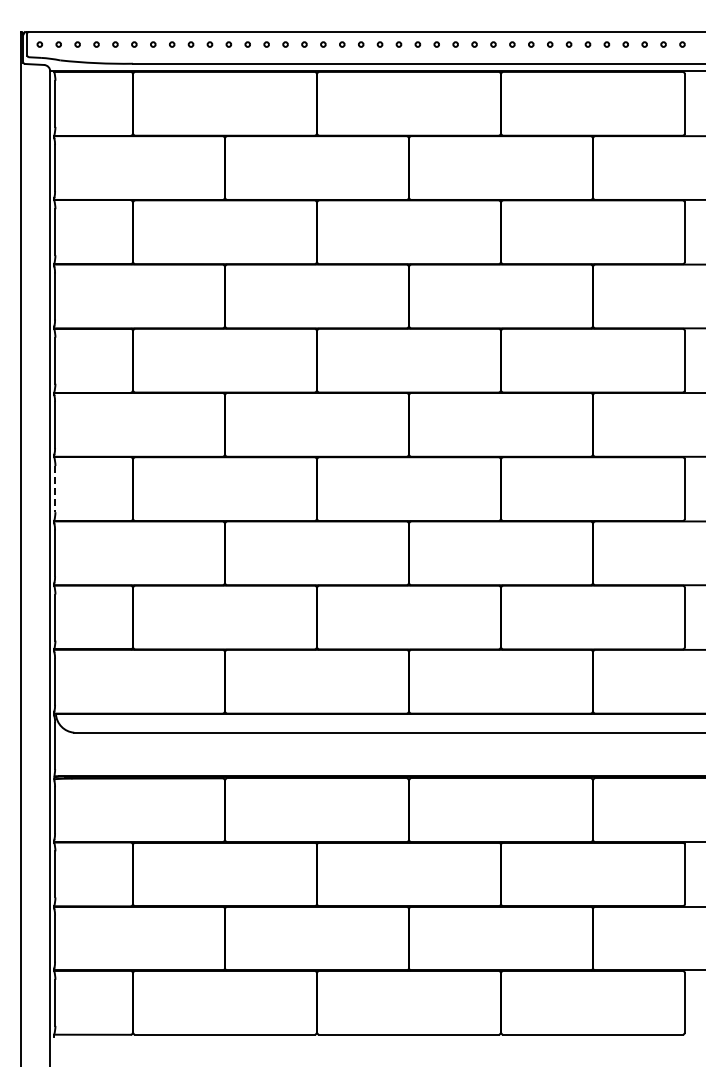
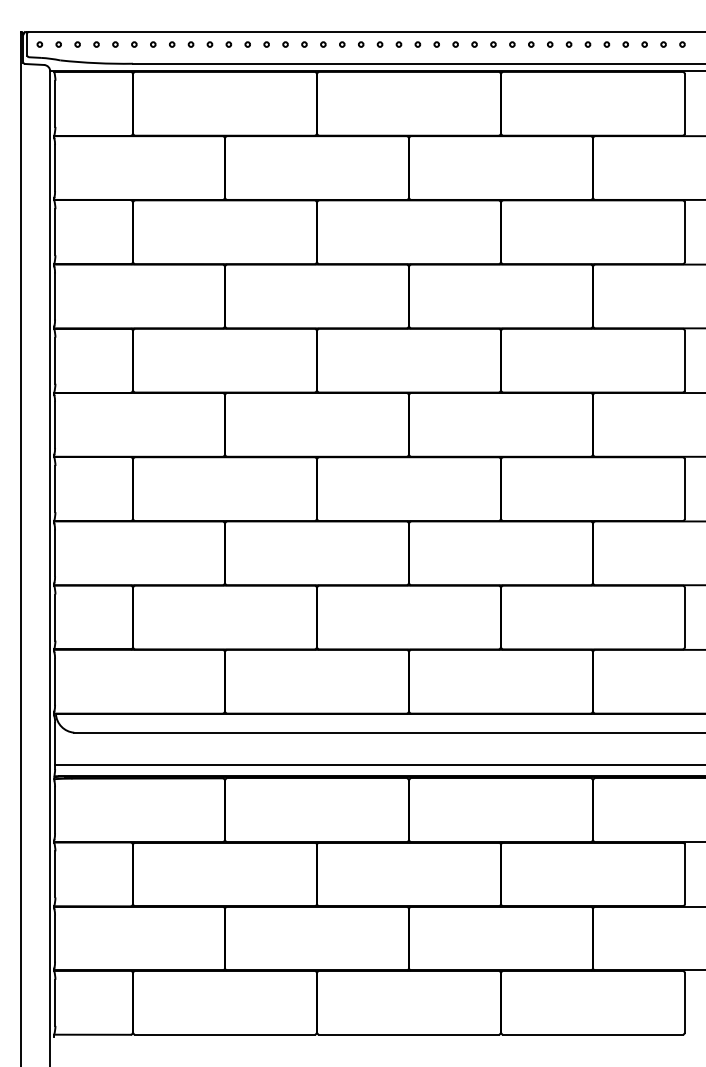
line at (55, 489): dashed -> solid
line at (378, 765): none -> present
